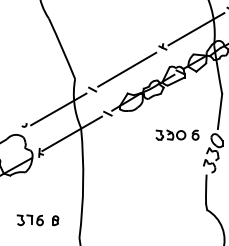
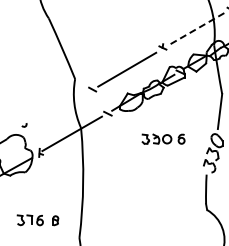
line at (196, 29): solid -> dashed
line at (58, 109): present -> none
part at (177, 134) position: (177, 134) -> (163, 138)
